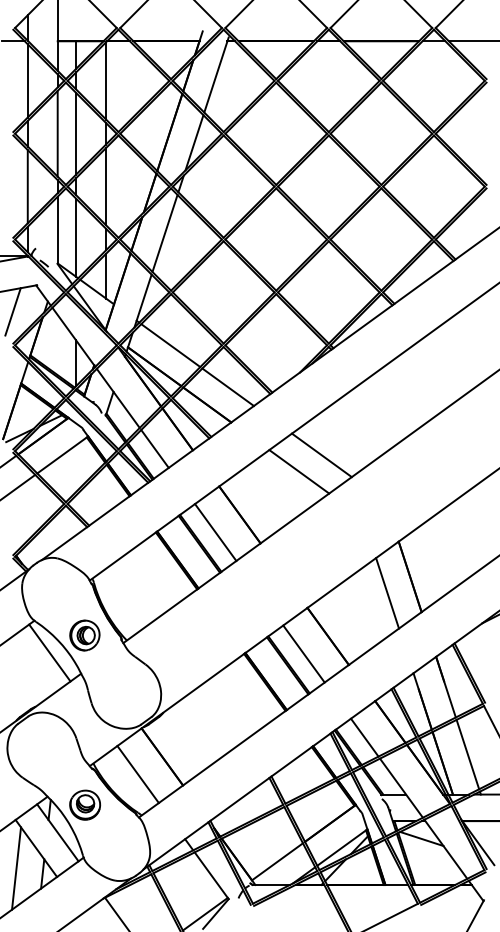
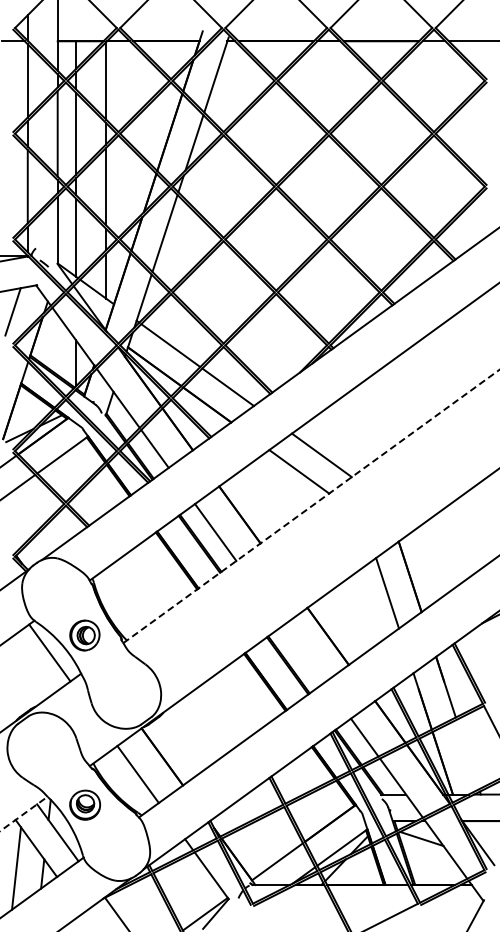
line at (311, 506): solid -> dashed
line at (303, 653): present -> none
line at (467, 754): present -> none
line at (24, 813): solid -> dashed
